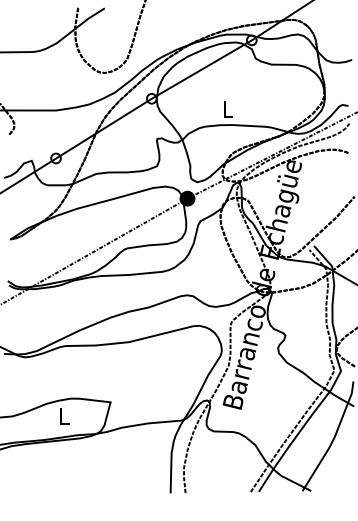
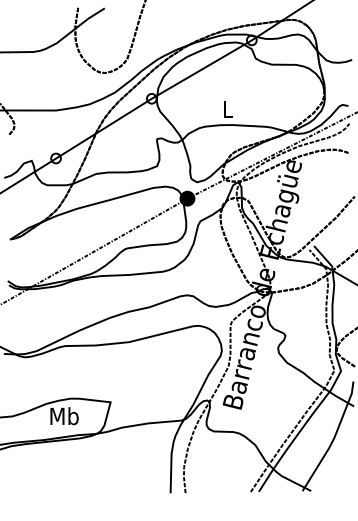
text at (64, 416): L -> Mb
